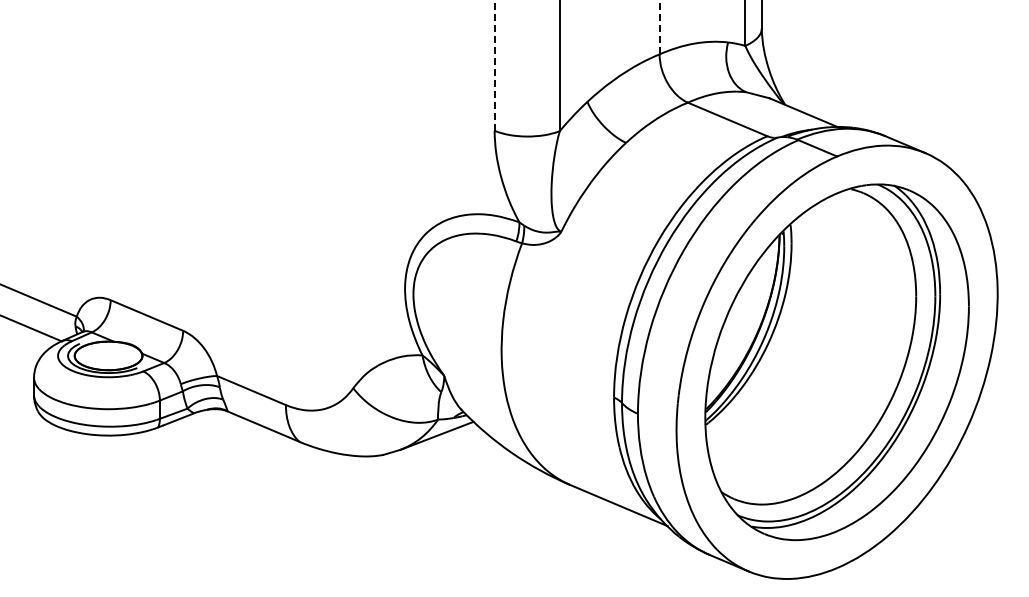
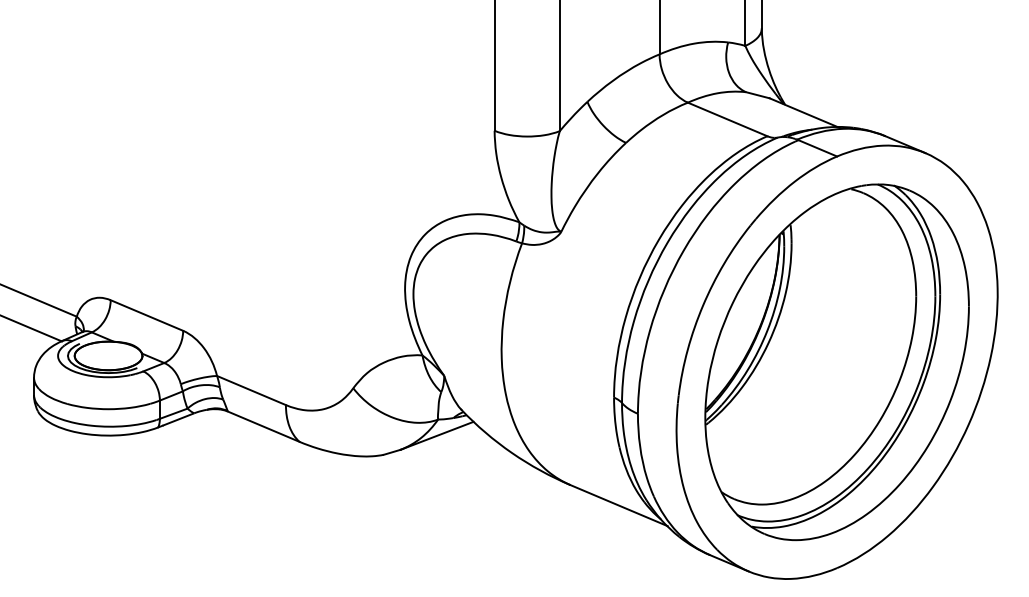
line at (659, 27): dashed -> solid
line at (494, 65): dashed -> solid
